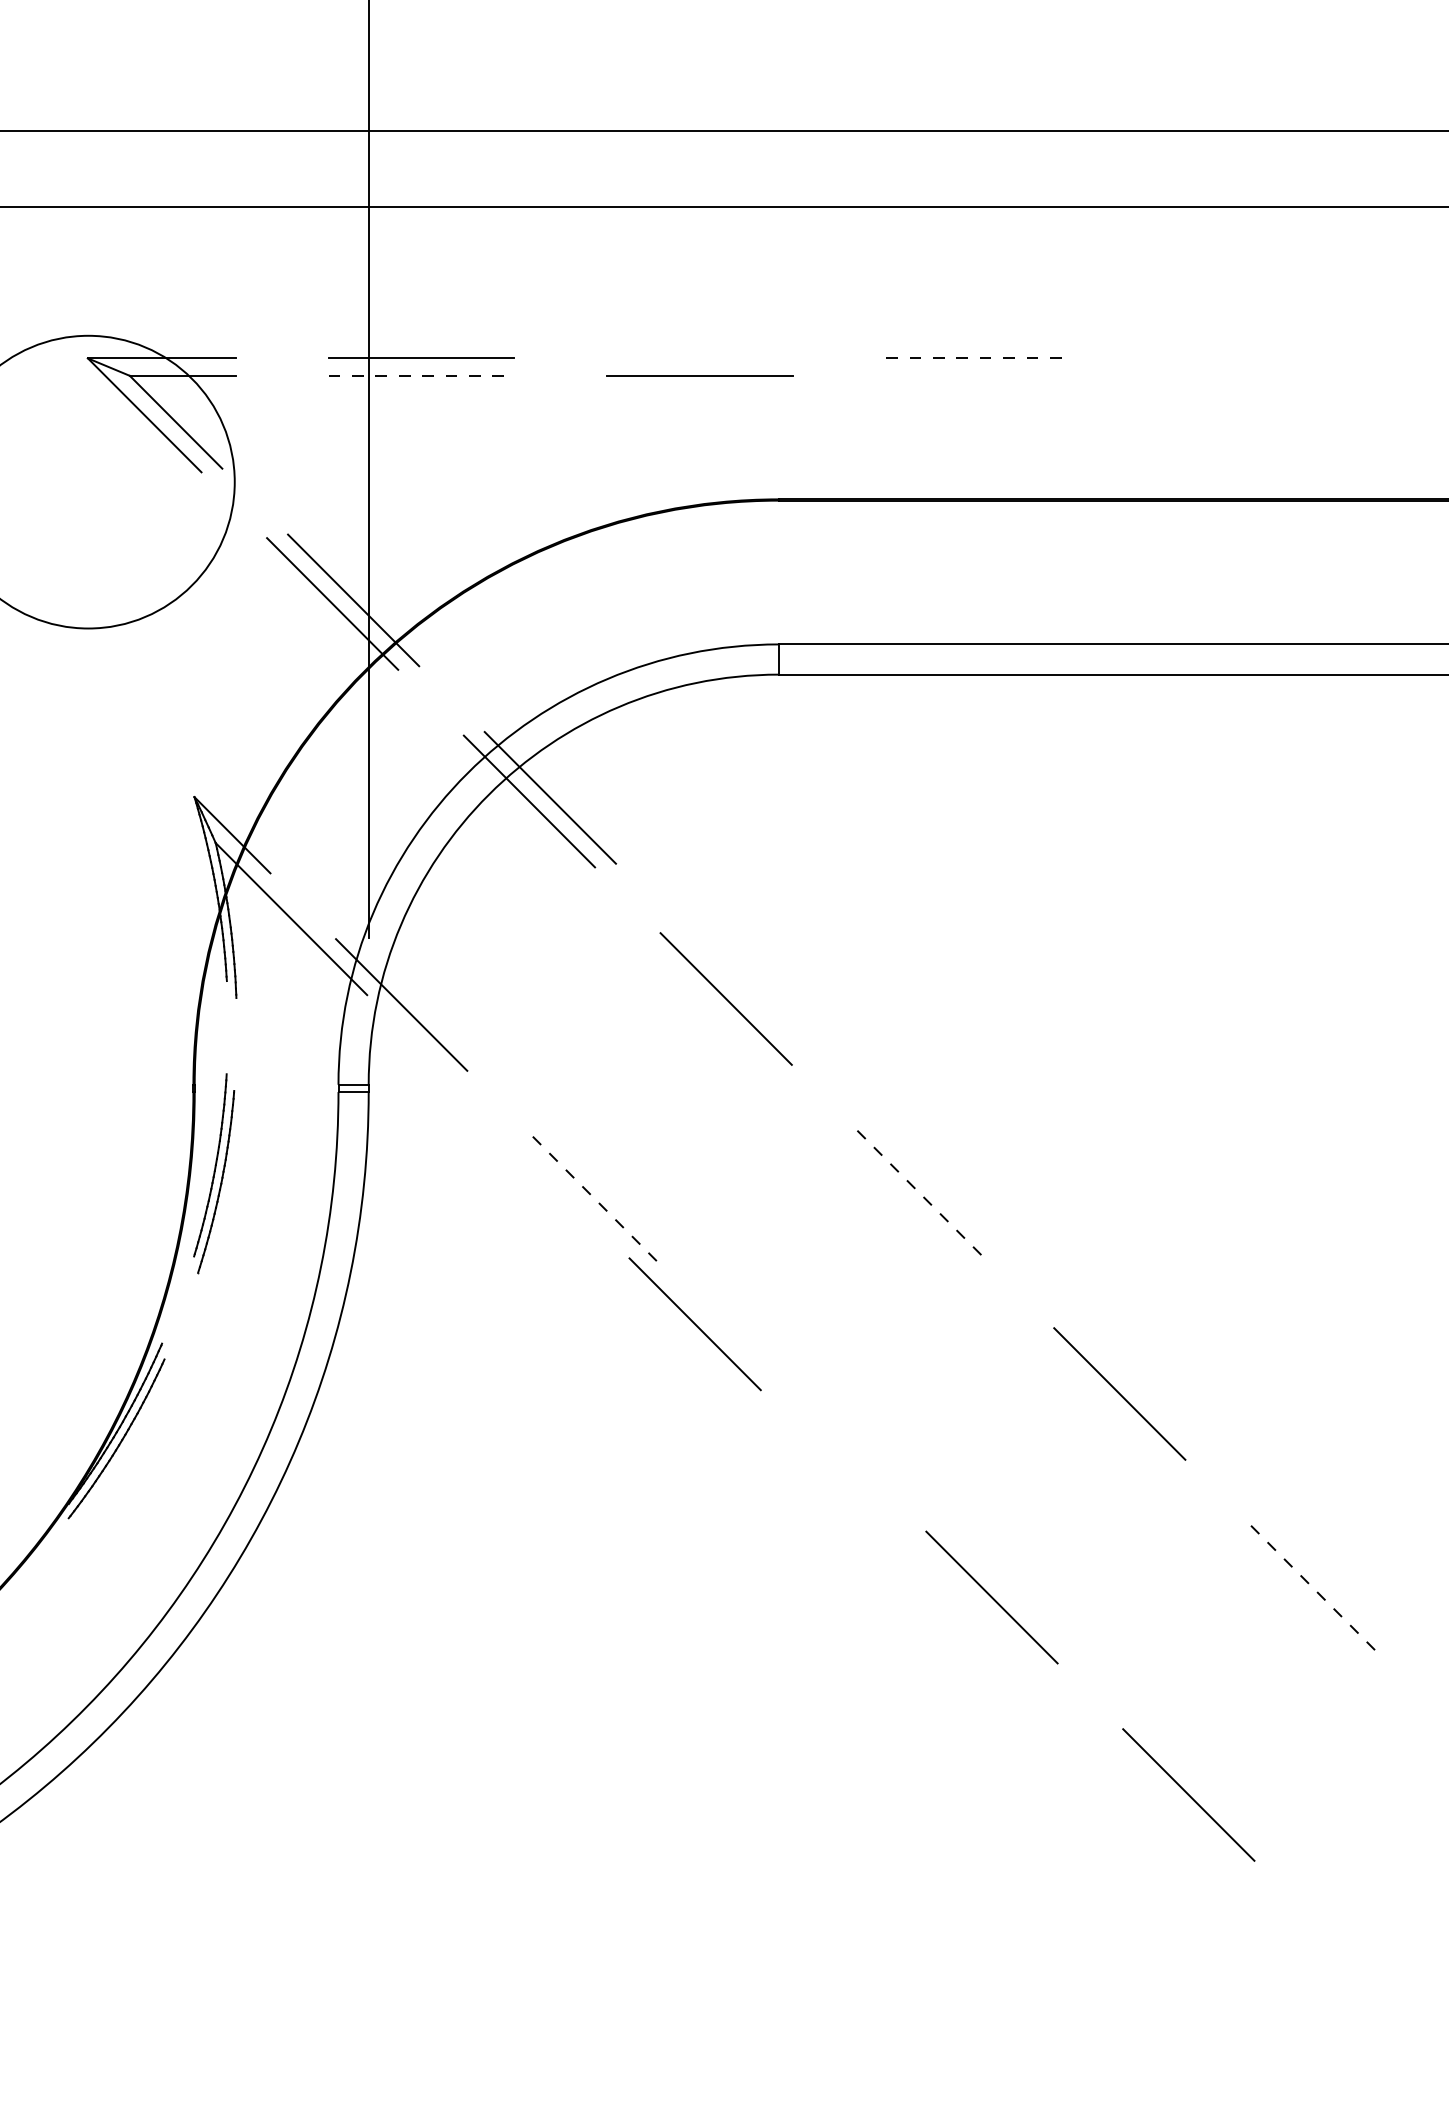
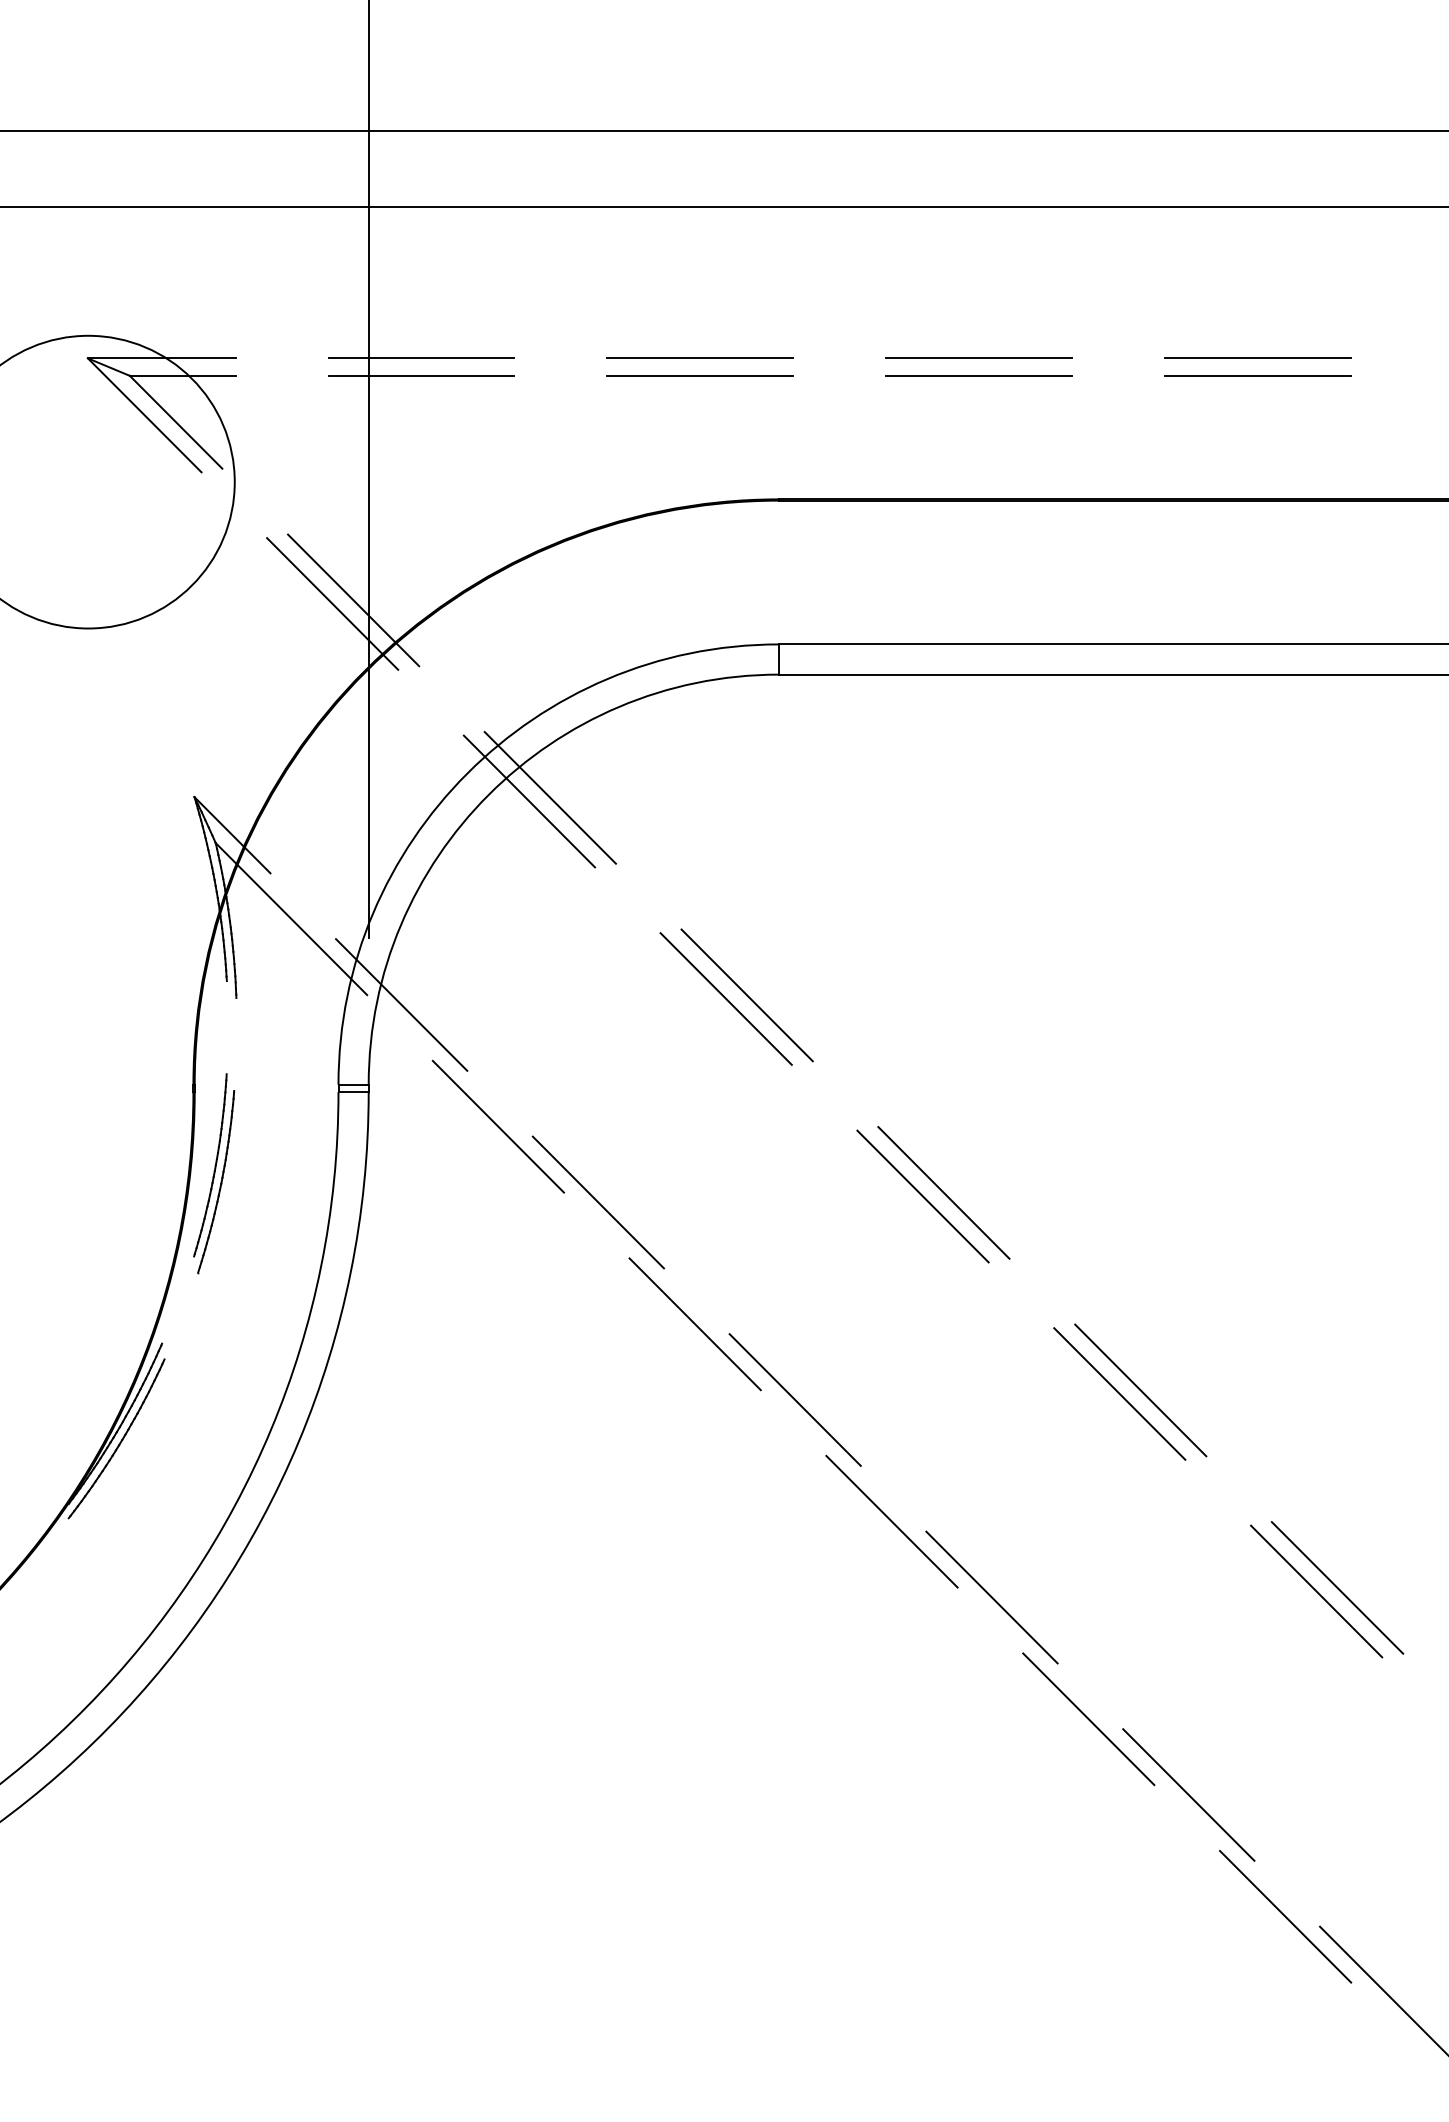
line at (699, 357): none -> present
line at (979, 358): dashed -> solid
line at (1257, 358): none -> present
line at (421, 375): dashed -> solid
line at (978, 375): none -> present
line at (1257, 375): none -> present
line at (746, 995): none -> present
line at (498, 1126): none -> present
line at (943, 1192): none -> present
line at (923, 1196): dashed -> solid
line at (598, 1202): dashed -> solid
line at (1140, 1390): none -> present
line at (794, 1399): none -> present
line at (891, 1521): none -> present
line at (1337, 1587): none -> present
line at (1316, 1591): dashed -> solid
line at (1088, 1719): none -> present
line at (1285, 1916): none -> present
line at (1382, 1989): none -> present
